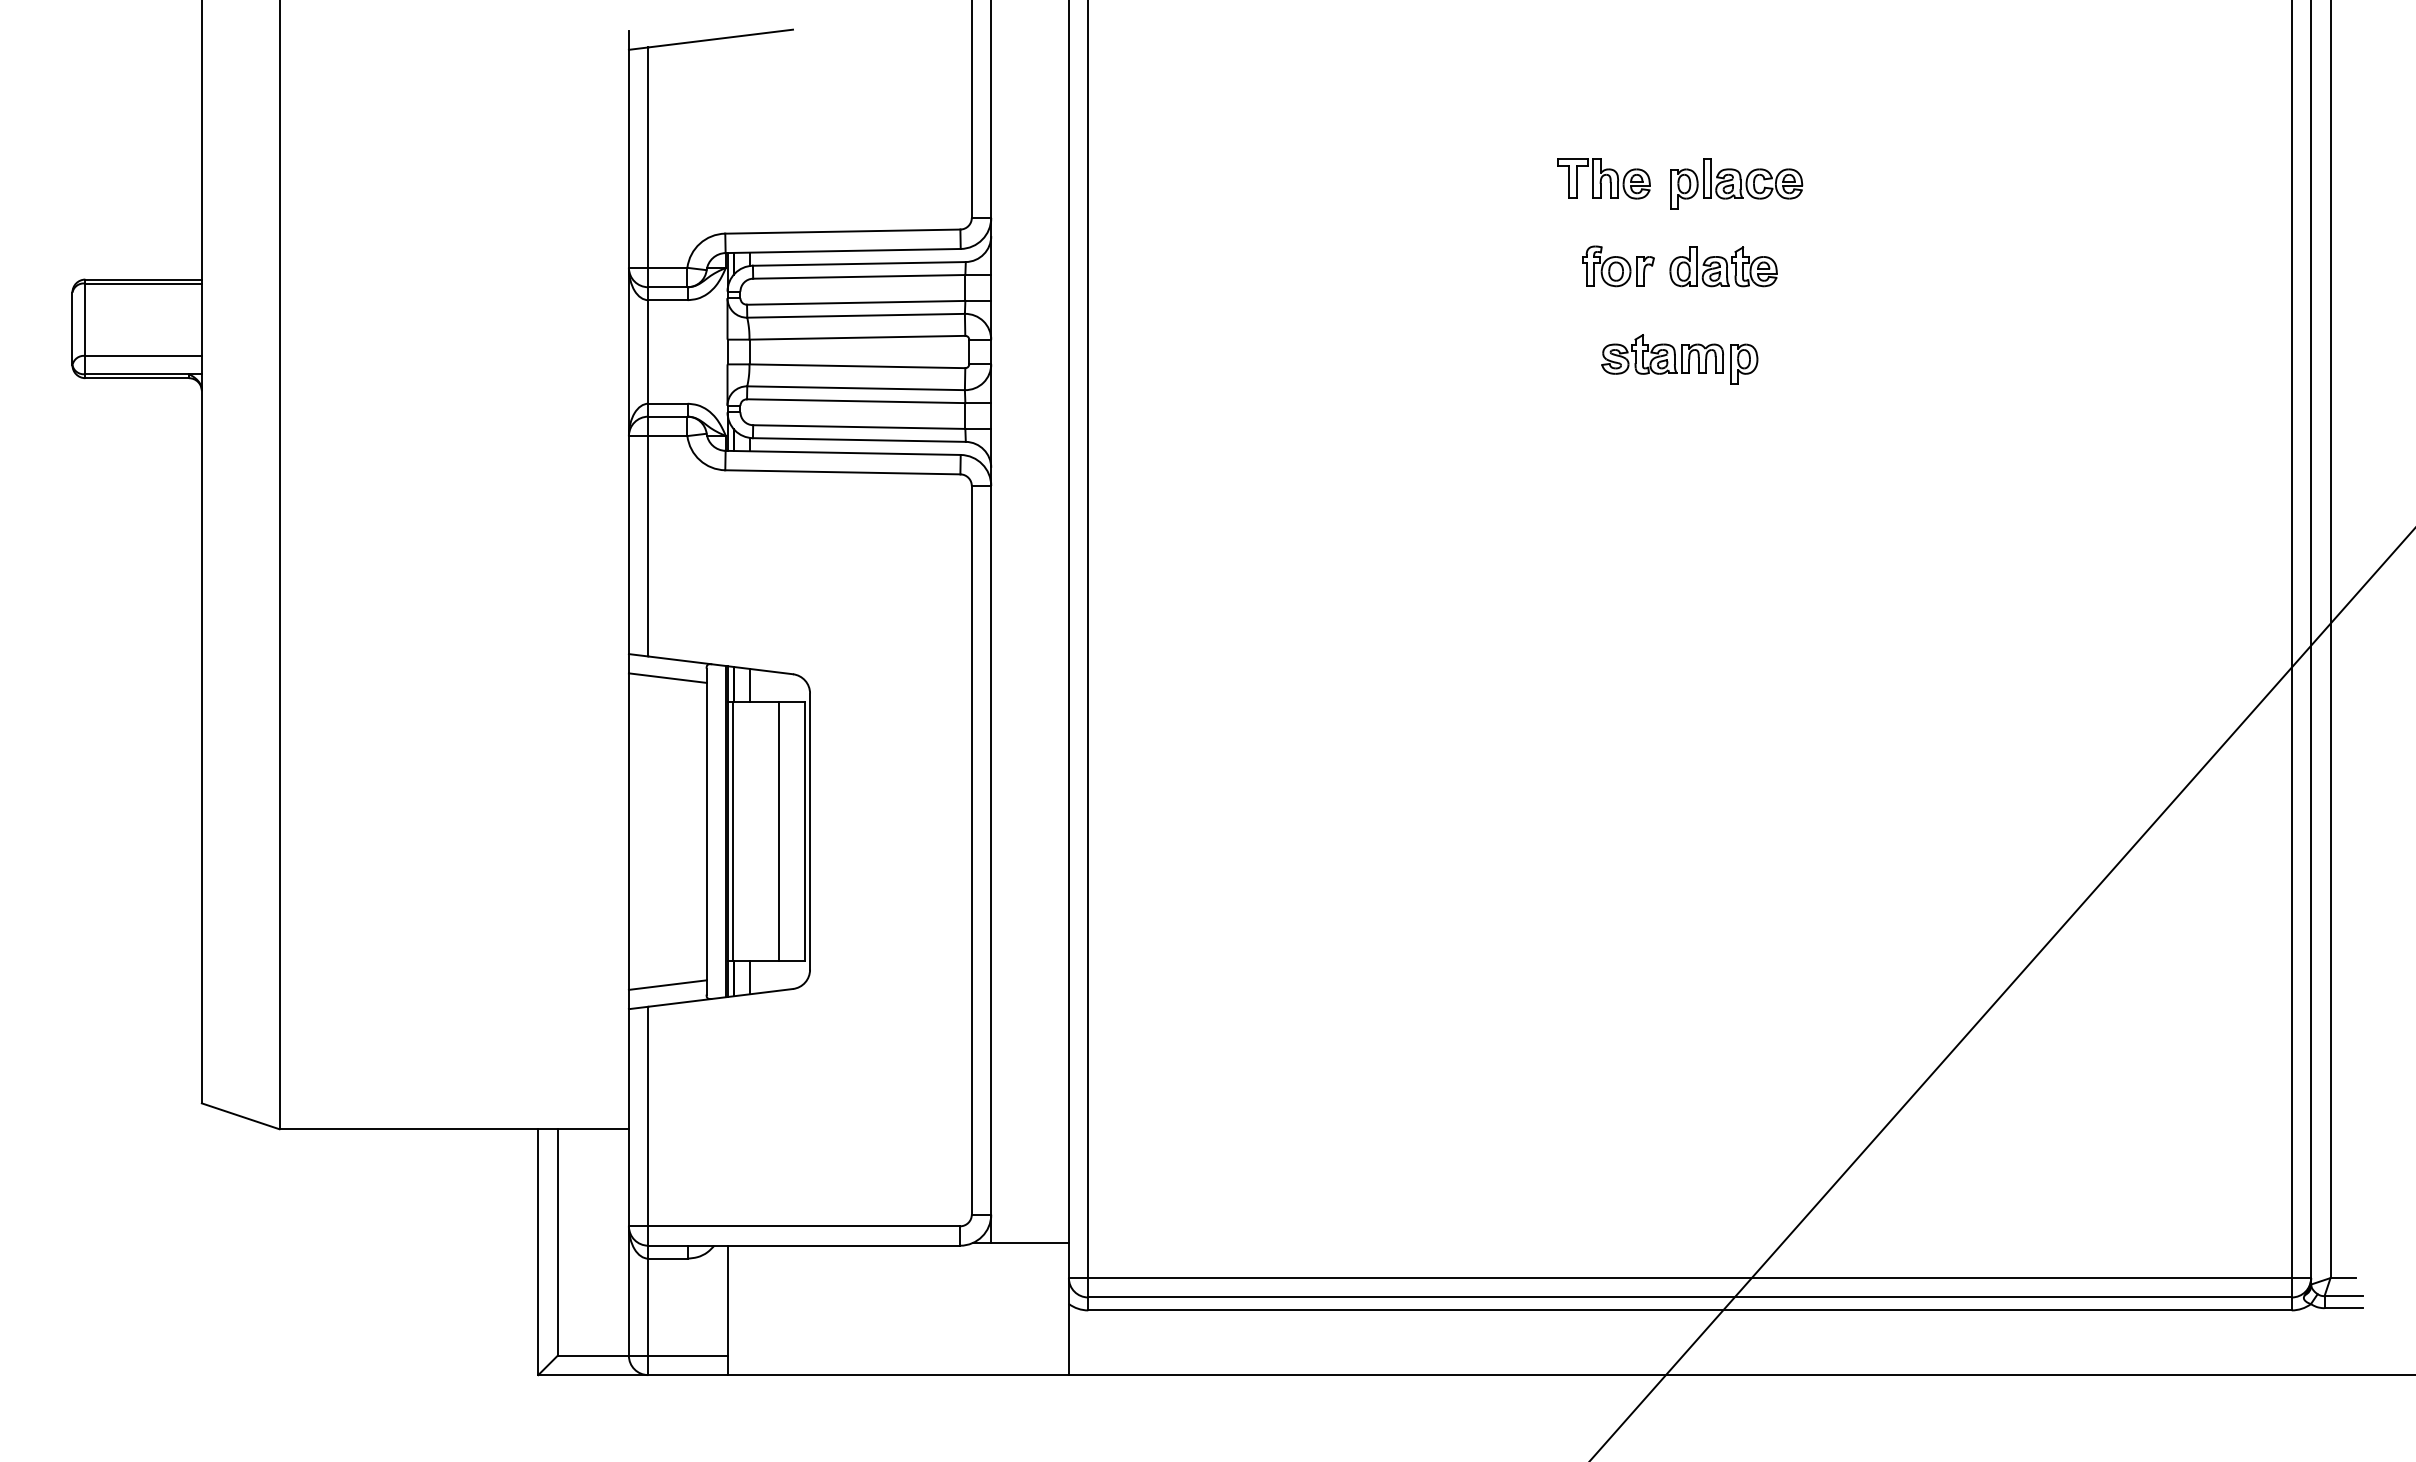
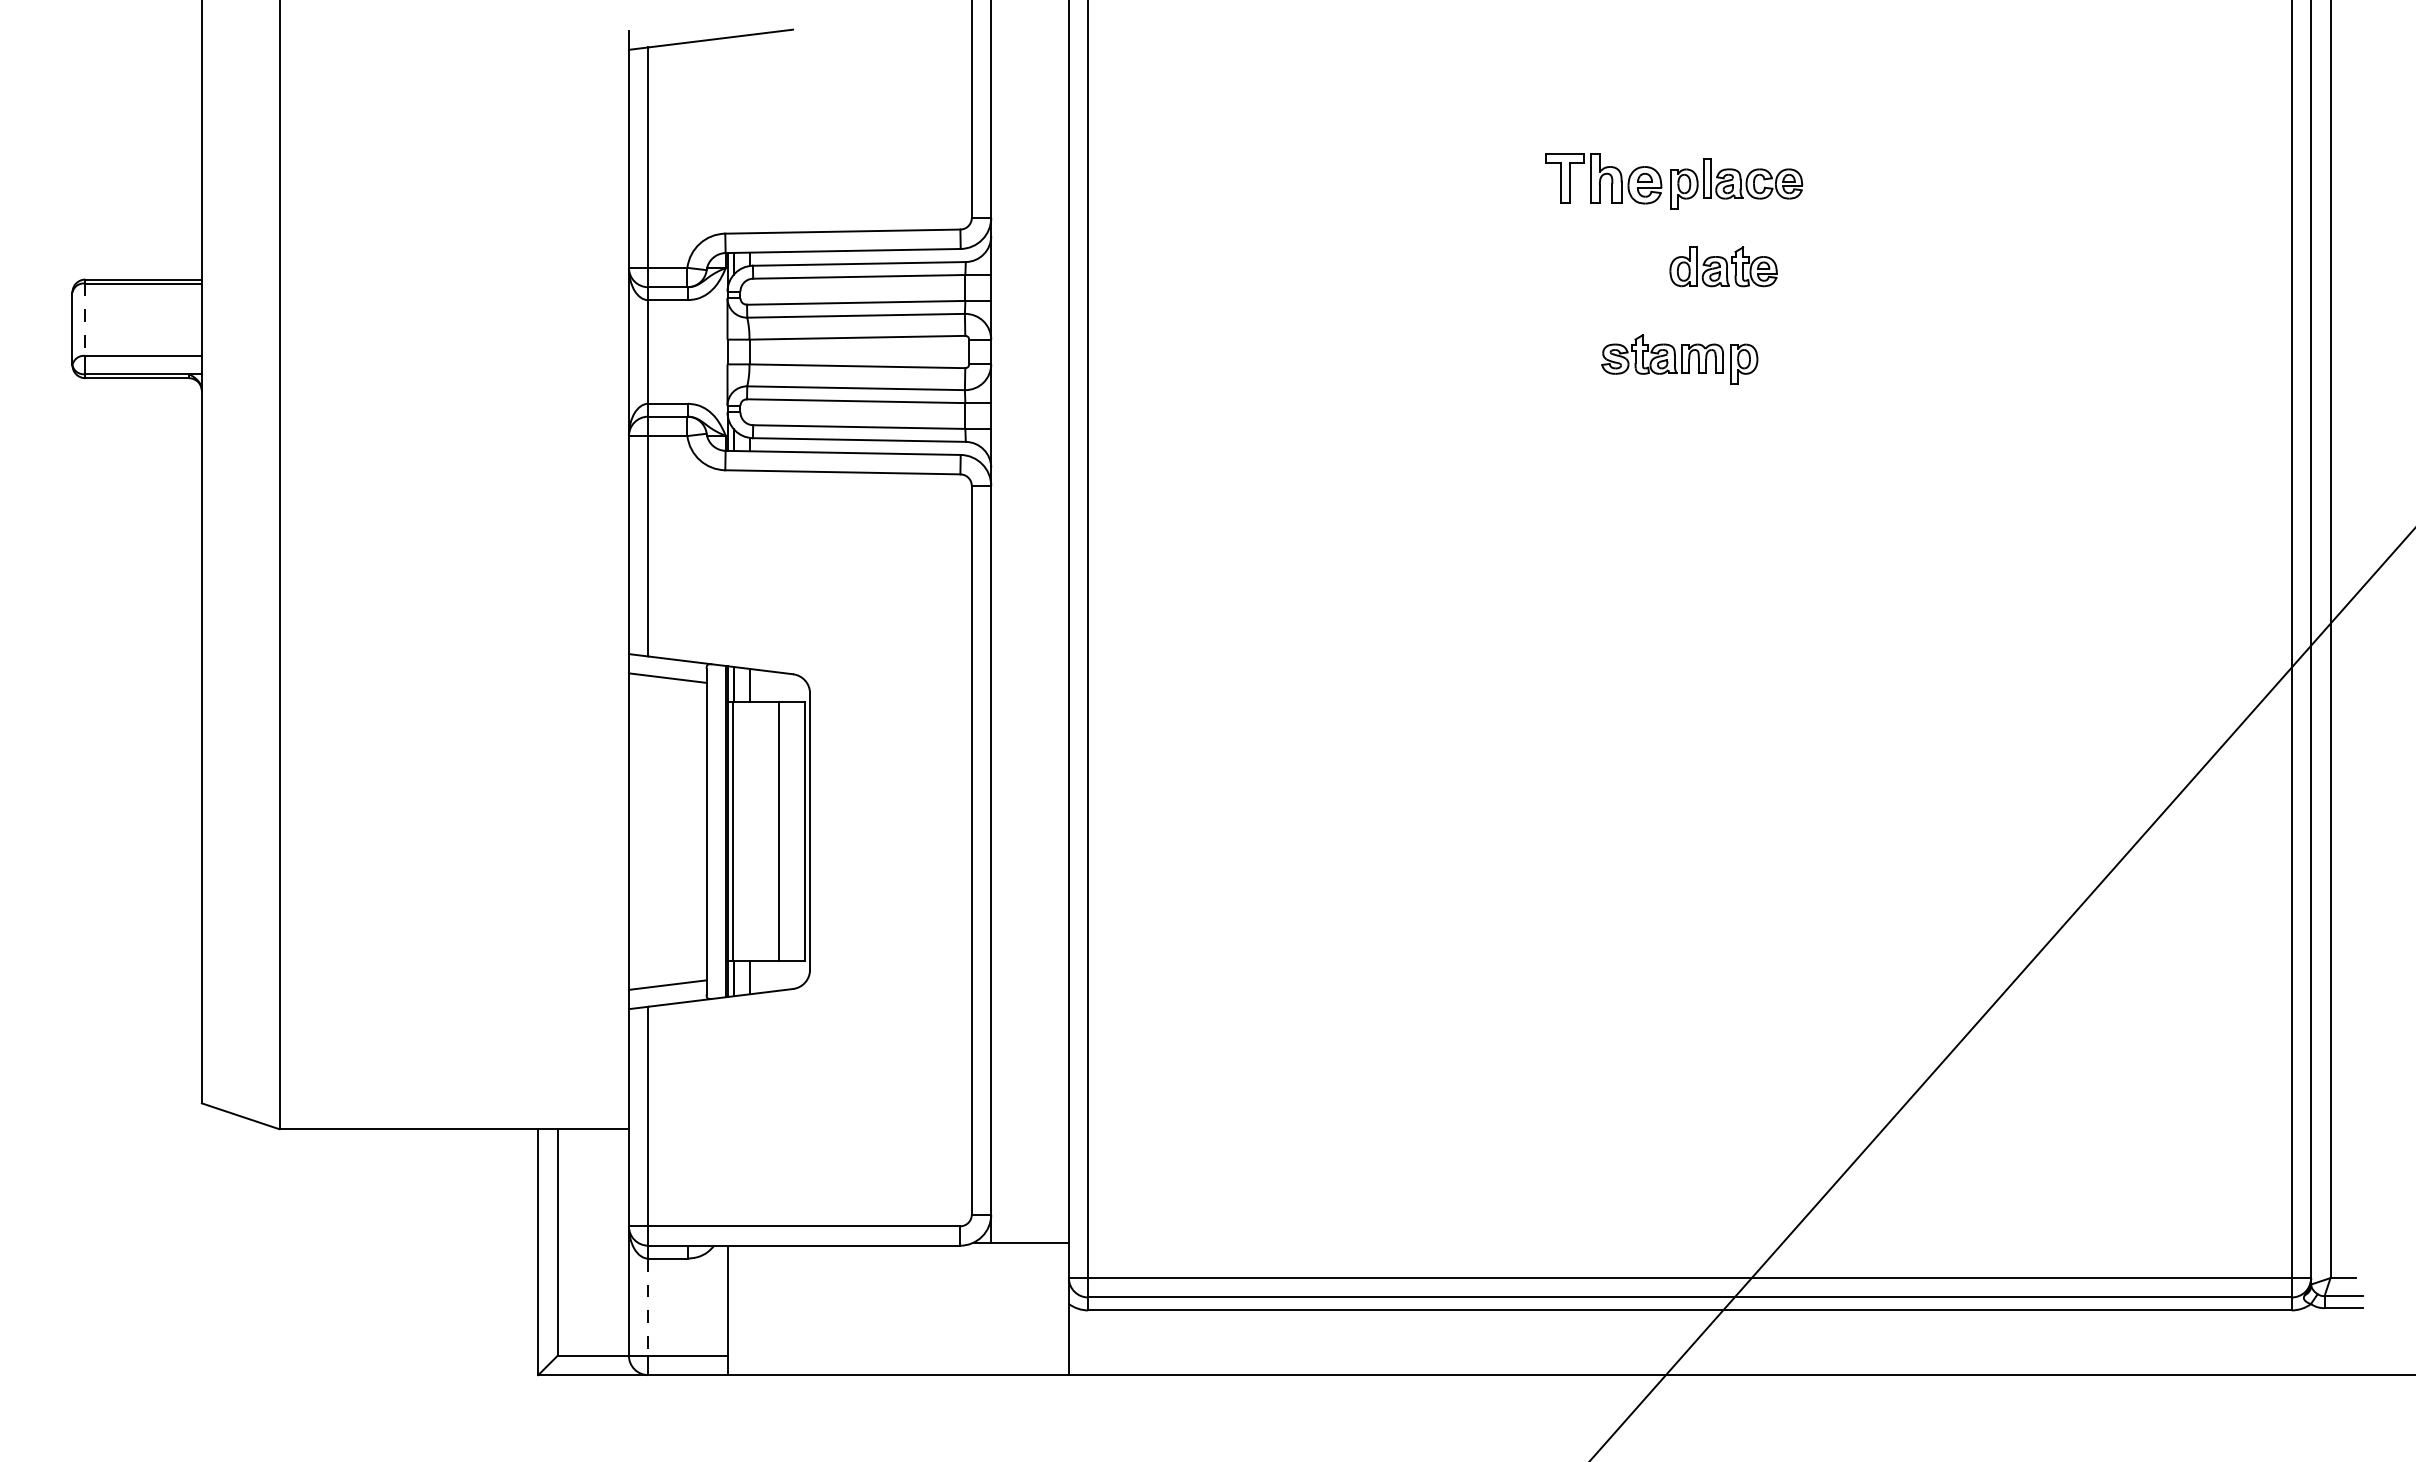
part at (1603, 178) size: 94x42 px -> 118x52 px
part at (1618, 266): present -> none
line at (85, 320): solid -> dashed
line at (648, 1307): solid -> dashed
